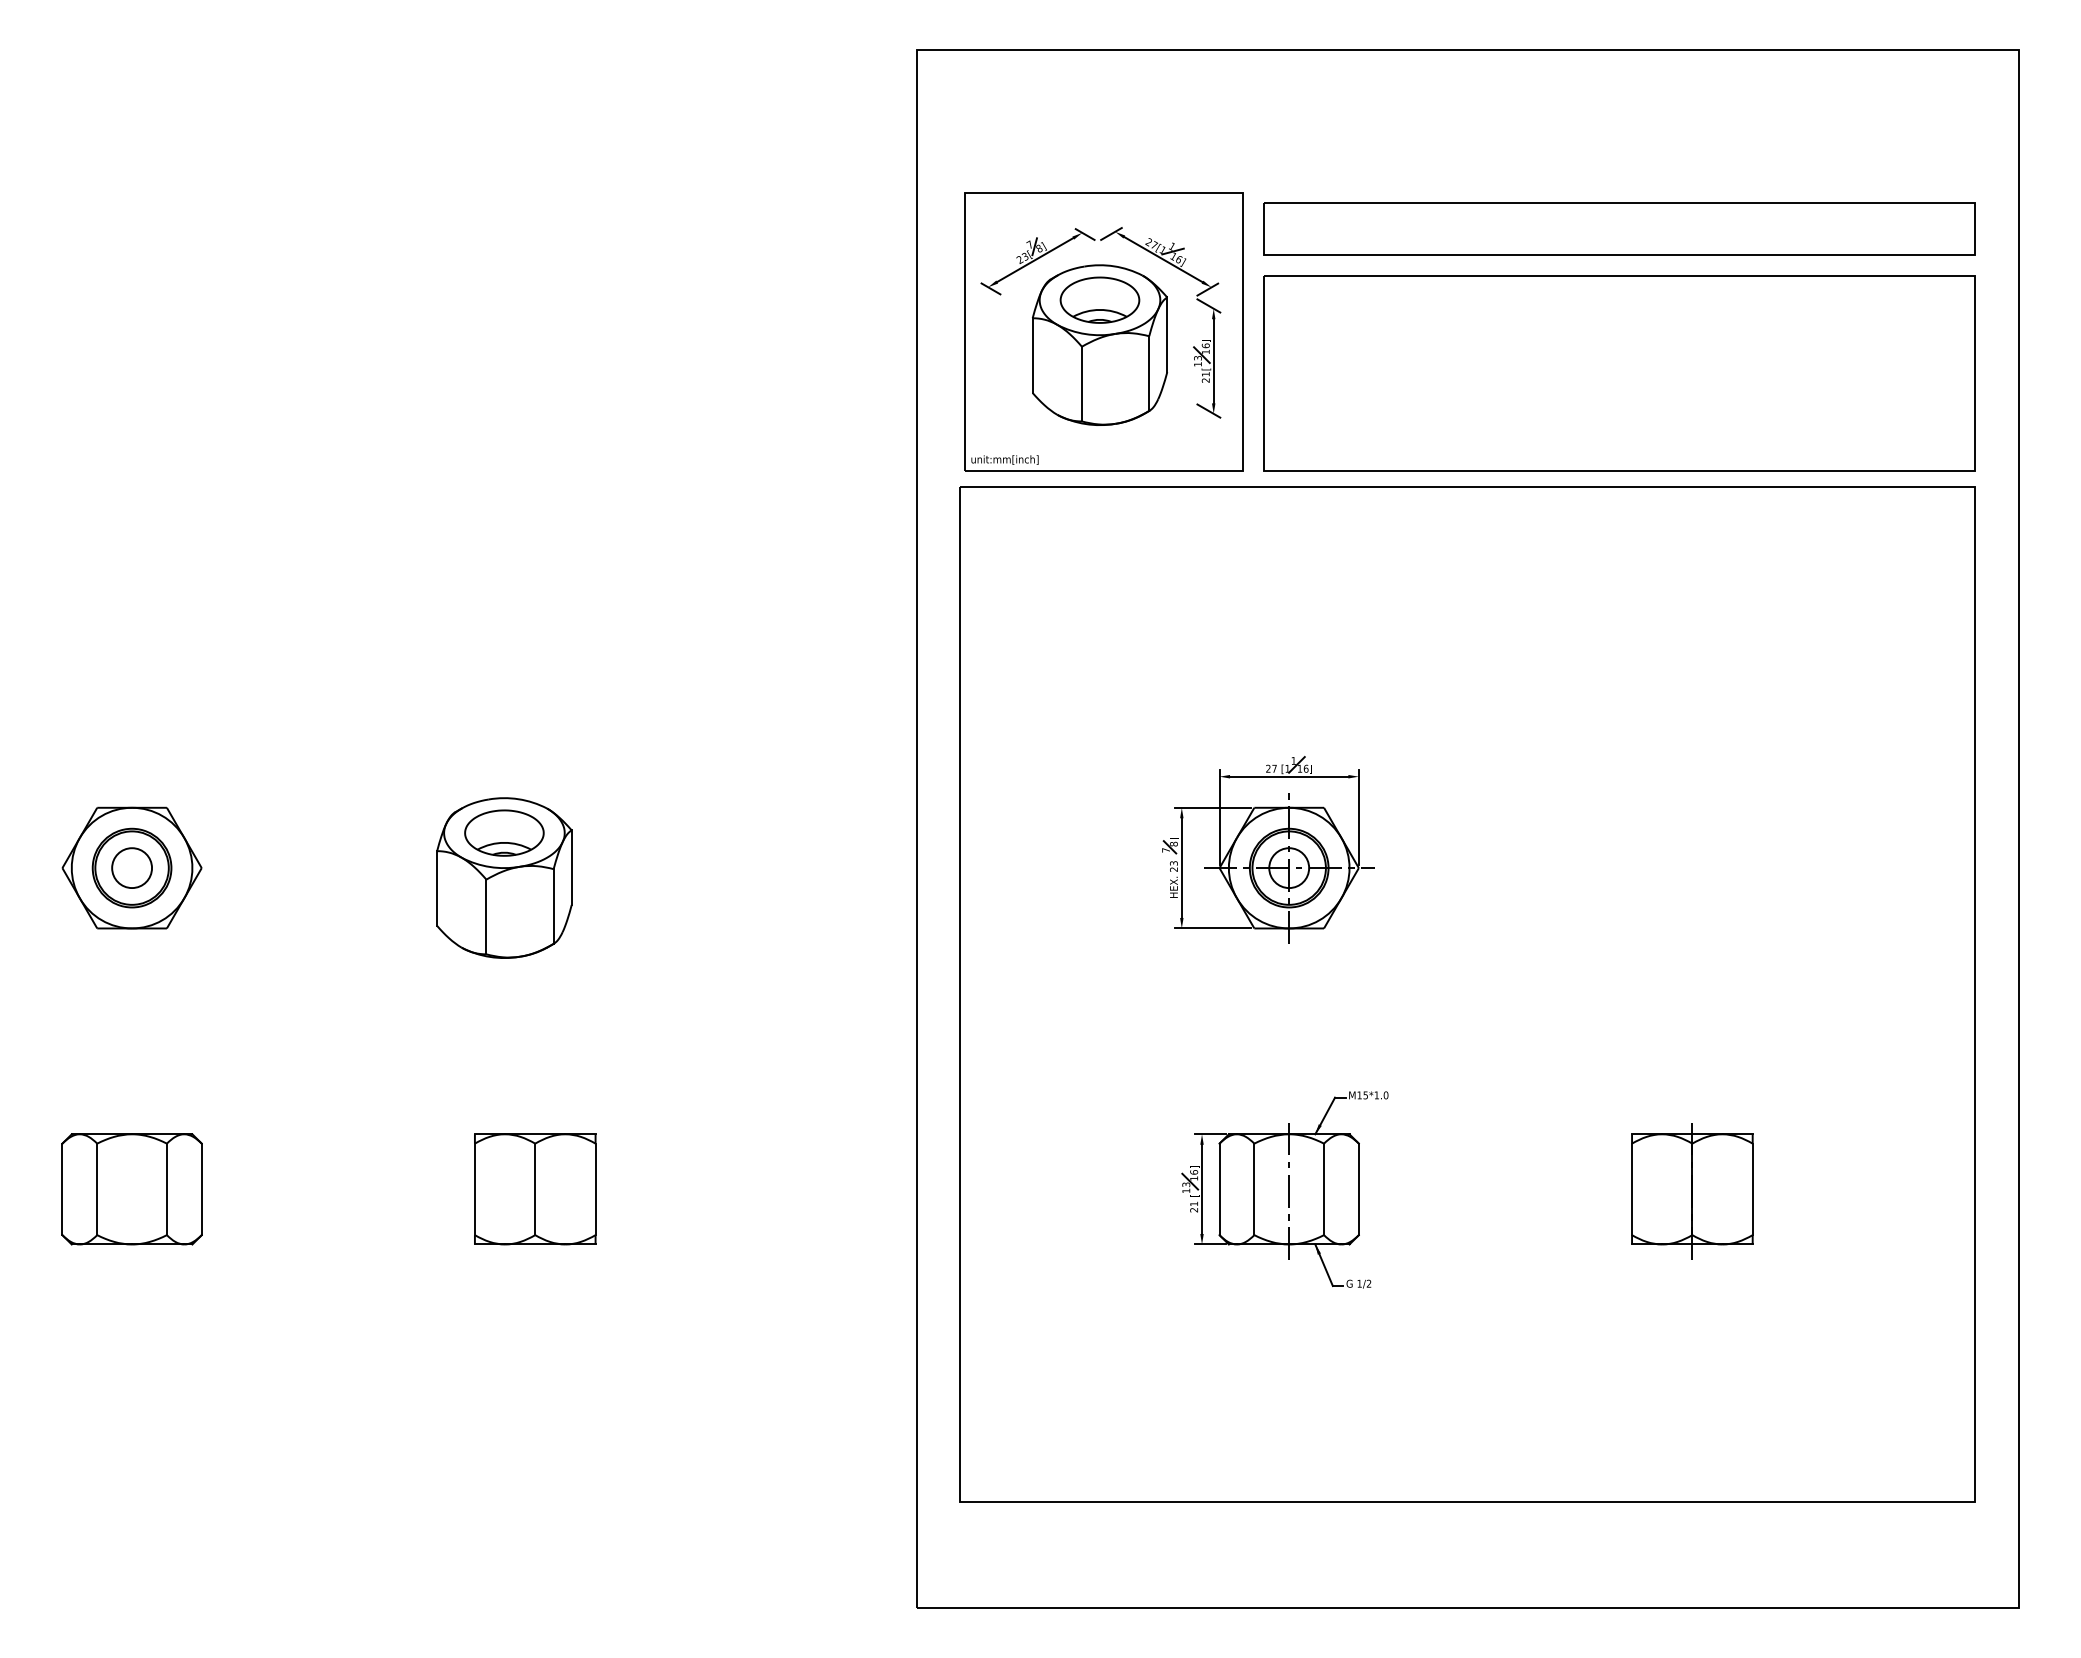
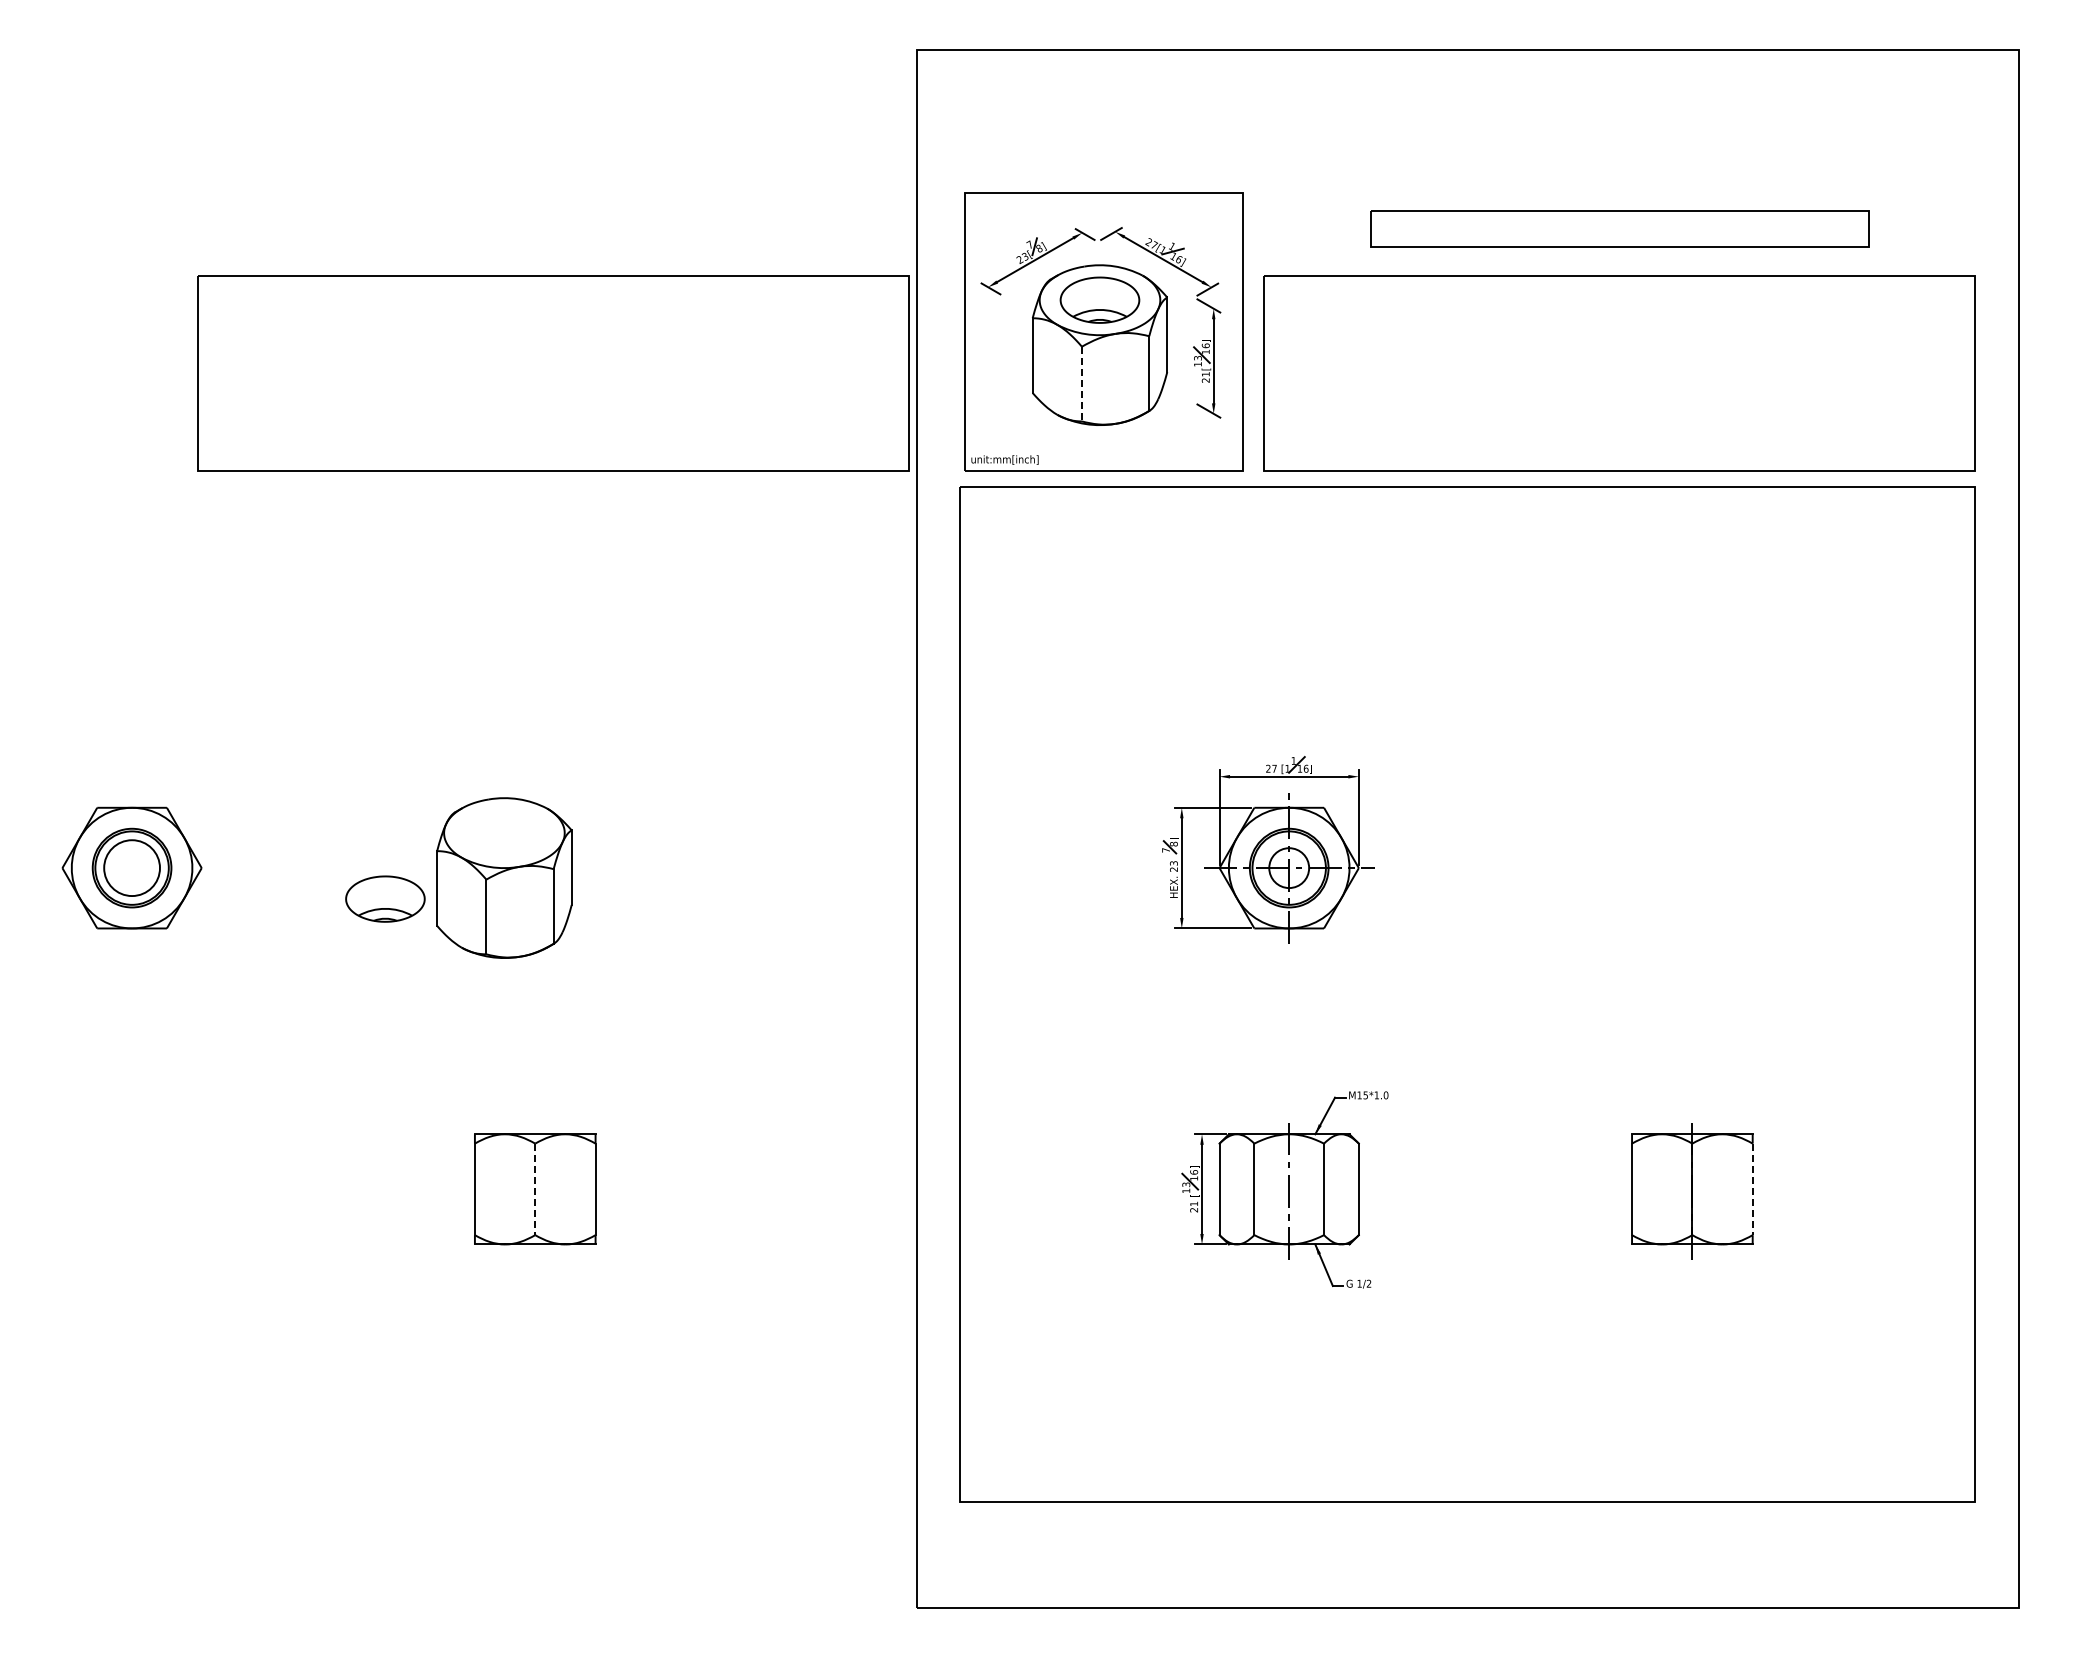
part at (1619, 228) size: 713x54 px -> 500x38 px
part at (553, 373): none -> present
line at (1081, 384): solid -> dashed
part at (504, 832) position: (504, 832) -> (385, 898)
circle at (132, 868) diameter: 40 px -> 56 px
part at (131, 1189): present -> none
line at (535, 1189): solid -> dashed
line at (1752, 1189): solid -> dashed
